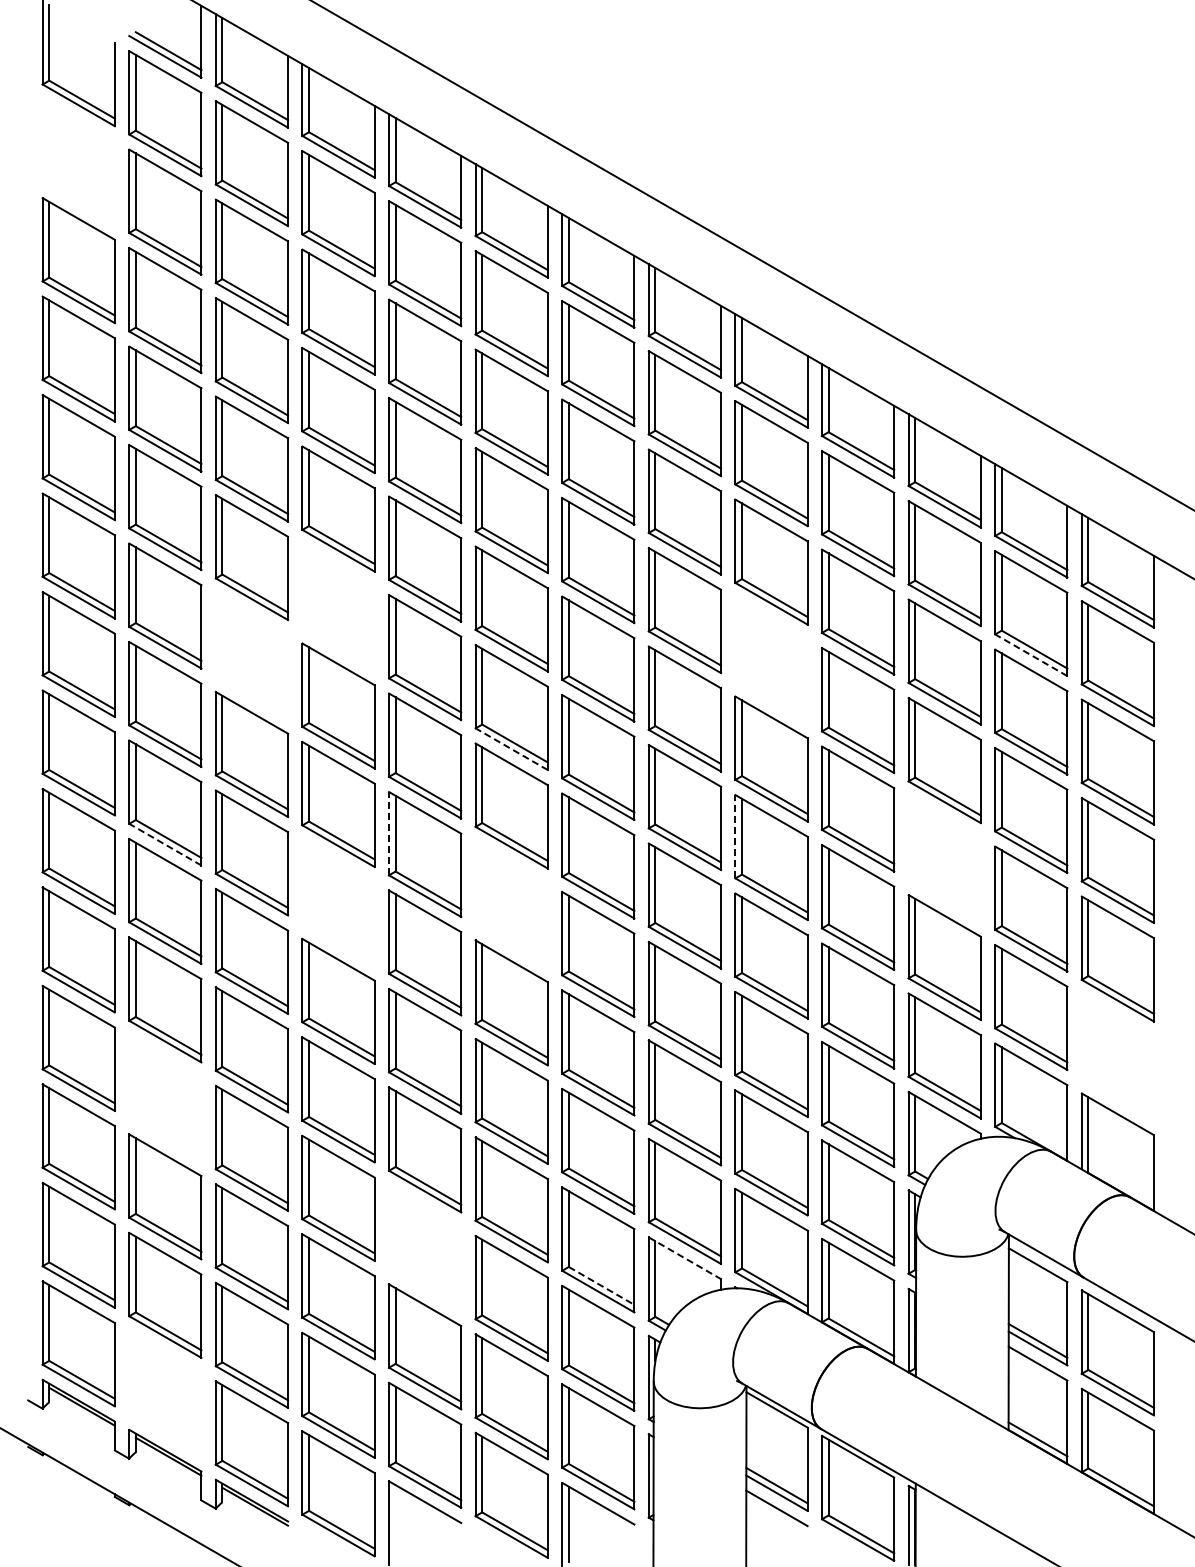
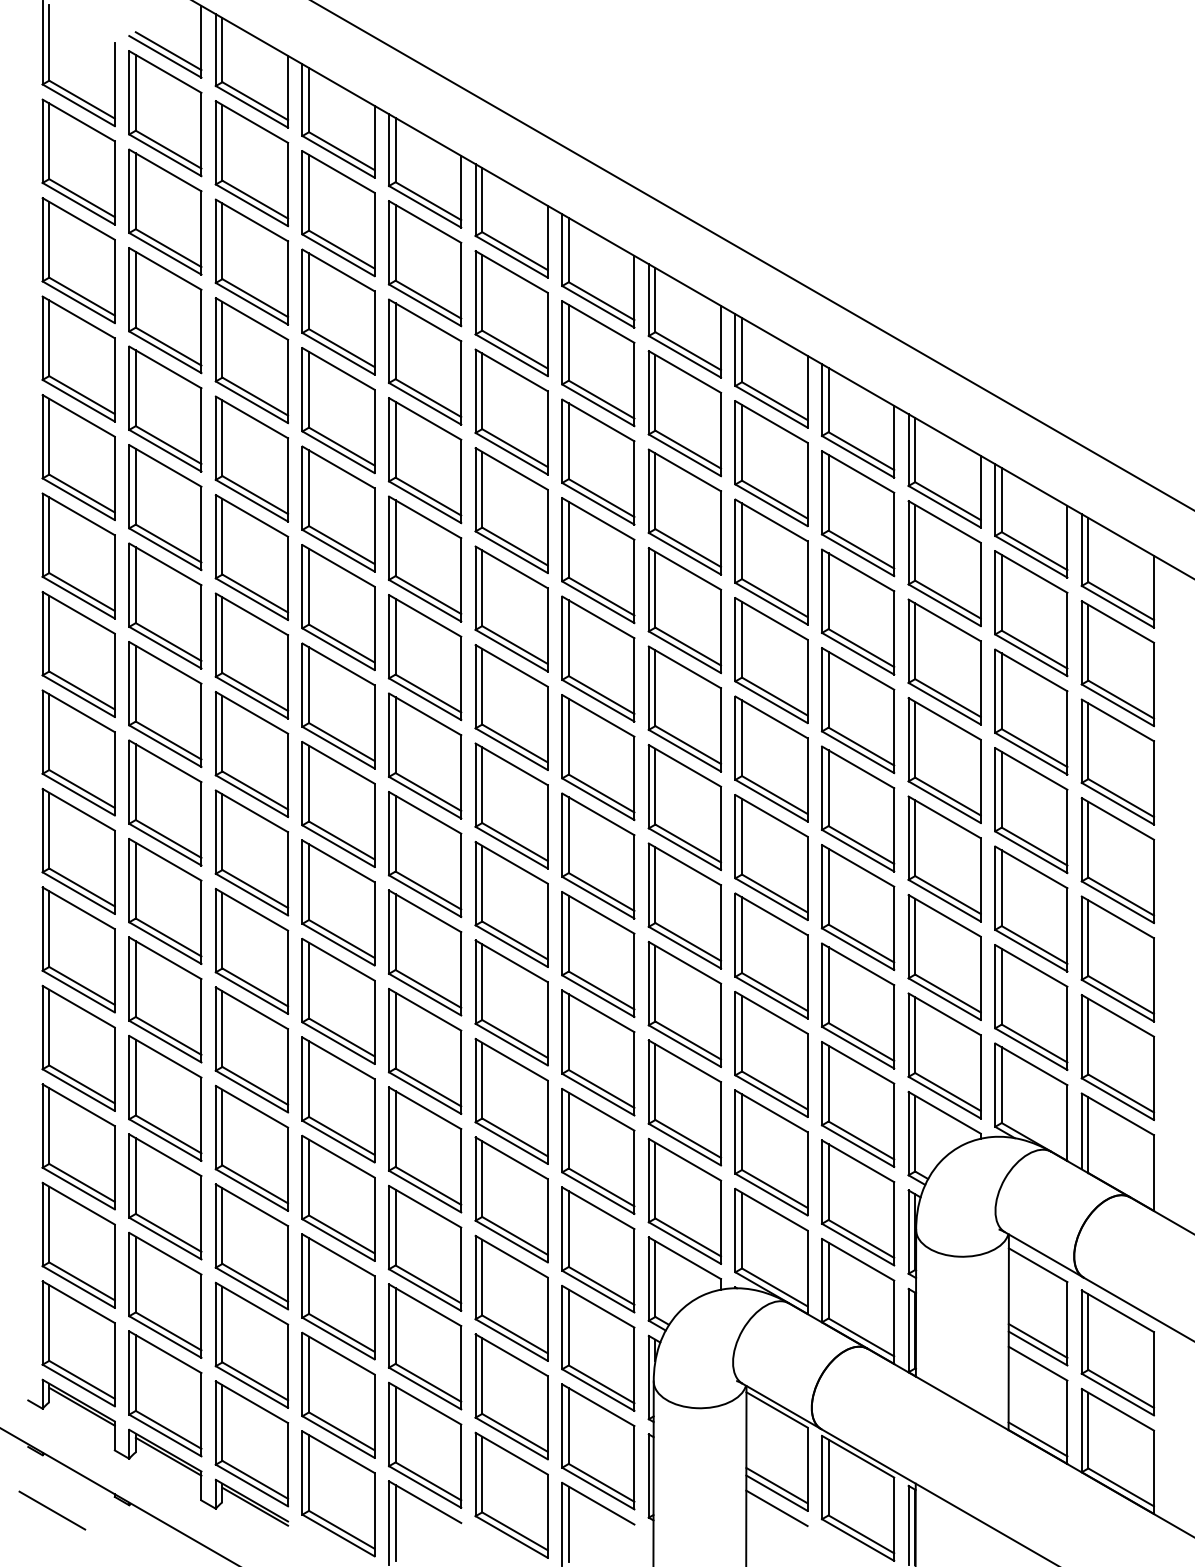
part at (78, 161): none -> present
part at (338, 607): none -> present
part at (251, 655): none -> present
line at (1031, 655): dashed -> solid
part at (771, 660): none -> present
line at (511, 749): dashed -> solid
line at (389, 833): dashed -> solid
line at (735, 836): dashed -> solid
line at (165, 844): dashed -> solid
part at (944, 858): none -> present
part at (338, 902): none -> present
part at (511, 904): none -> present
part at (1117, 1057): none -> present
part at (165, 1098): none -> present
part at (425, 1247): none -> present
line at (684, 1258): dashed -> solid
line at (601, 1285): dashed -> solid
part at (165, 1393): none -> present
line at (52, 1510): none -> present
line at (395, 1522): none -> present
